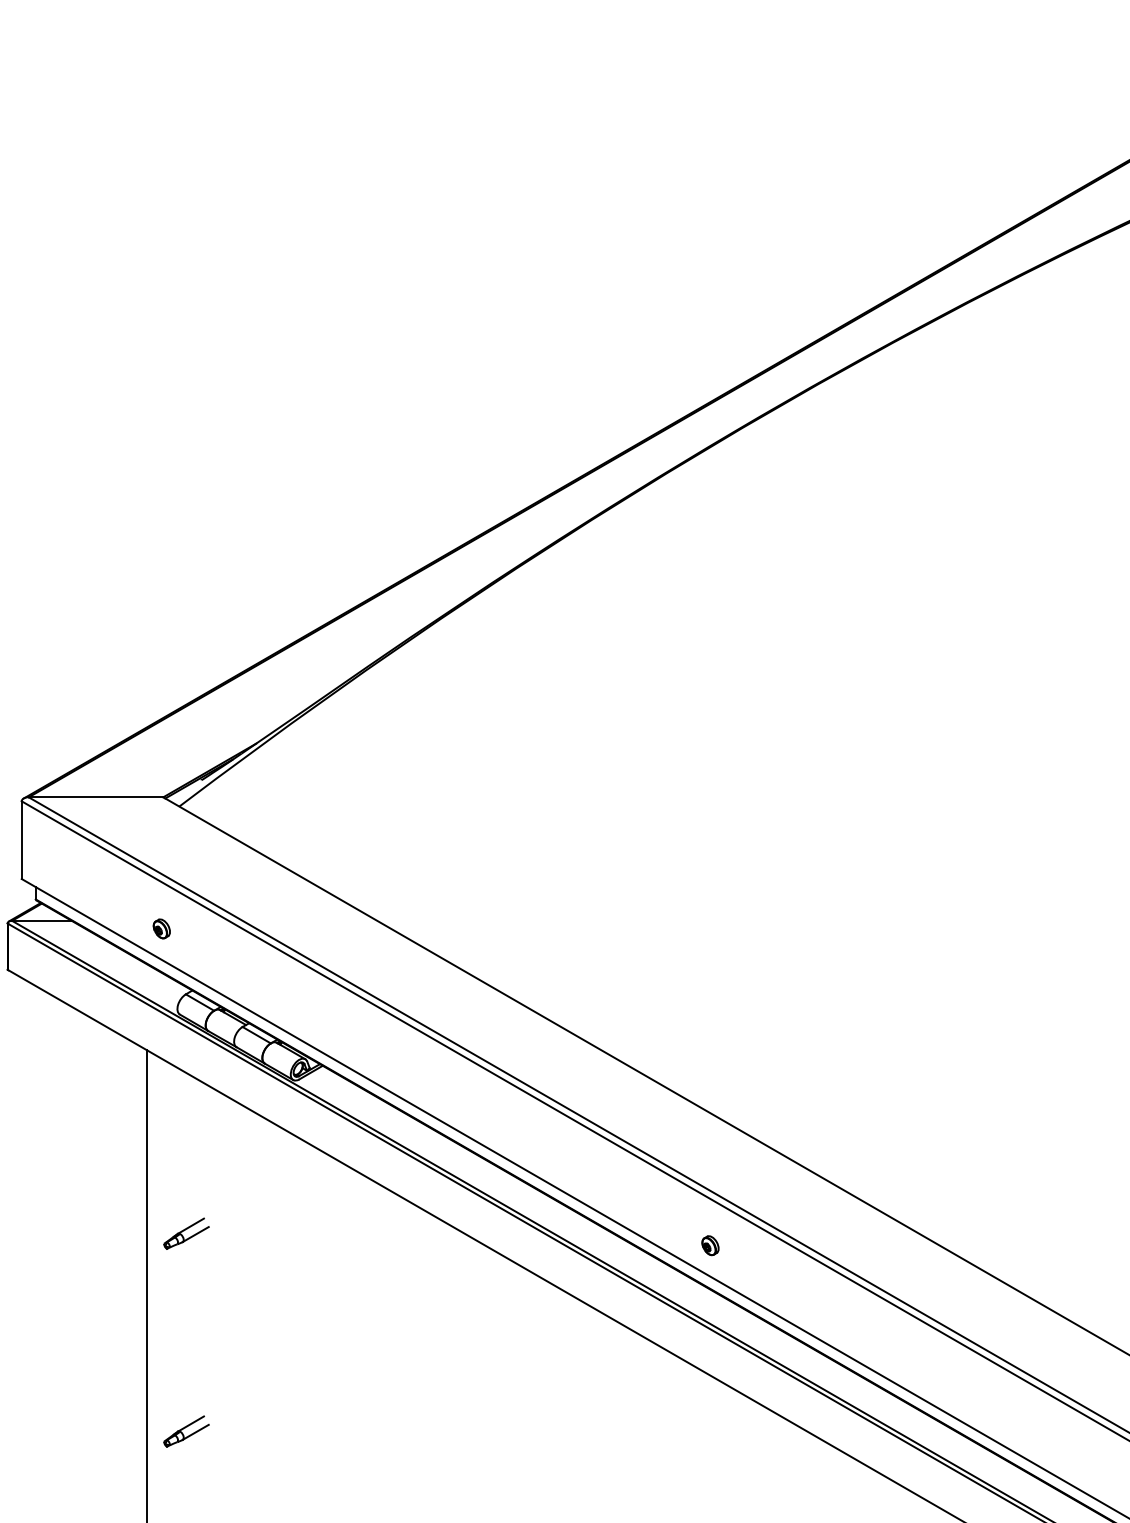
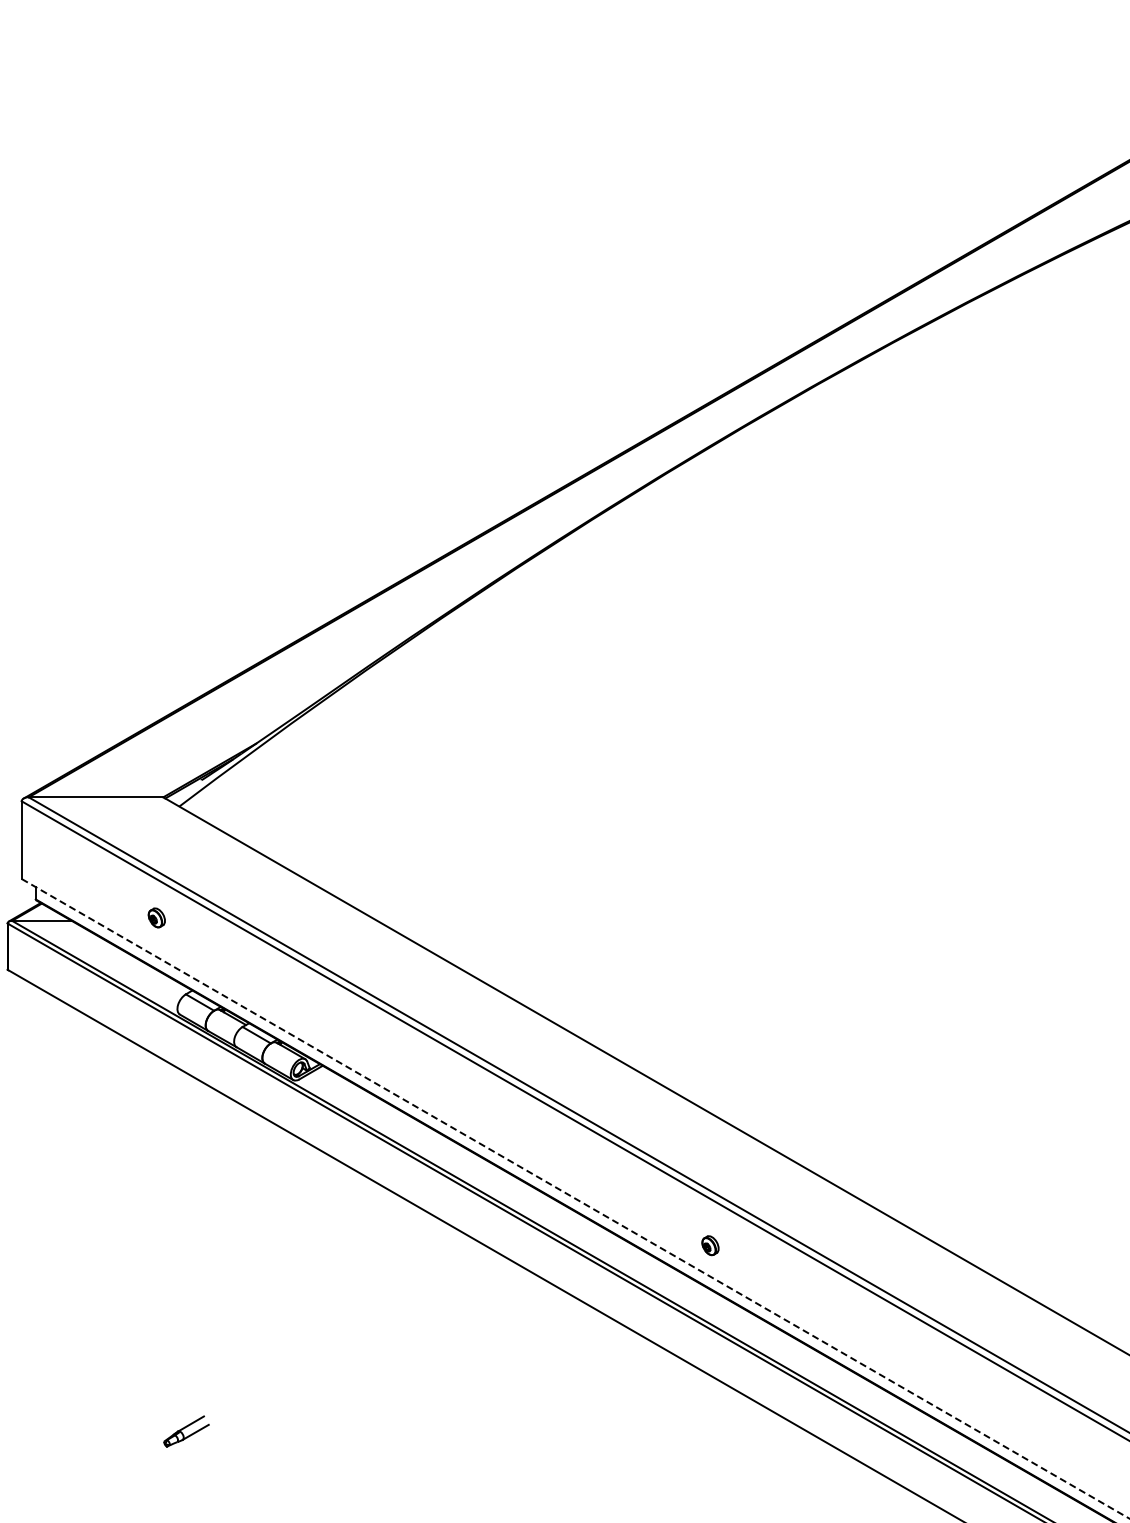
part at (161, 928) position: (161, 928) -> (156, 917)
line at (575, 1198): solid -> dashed
part at (186, 1233): present -> none
line at (146, 1284): present -> none
